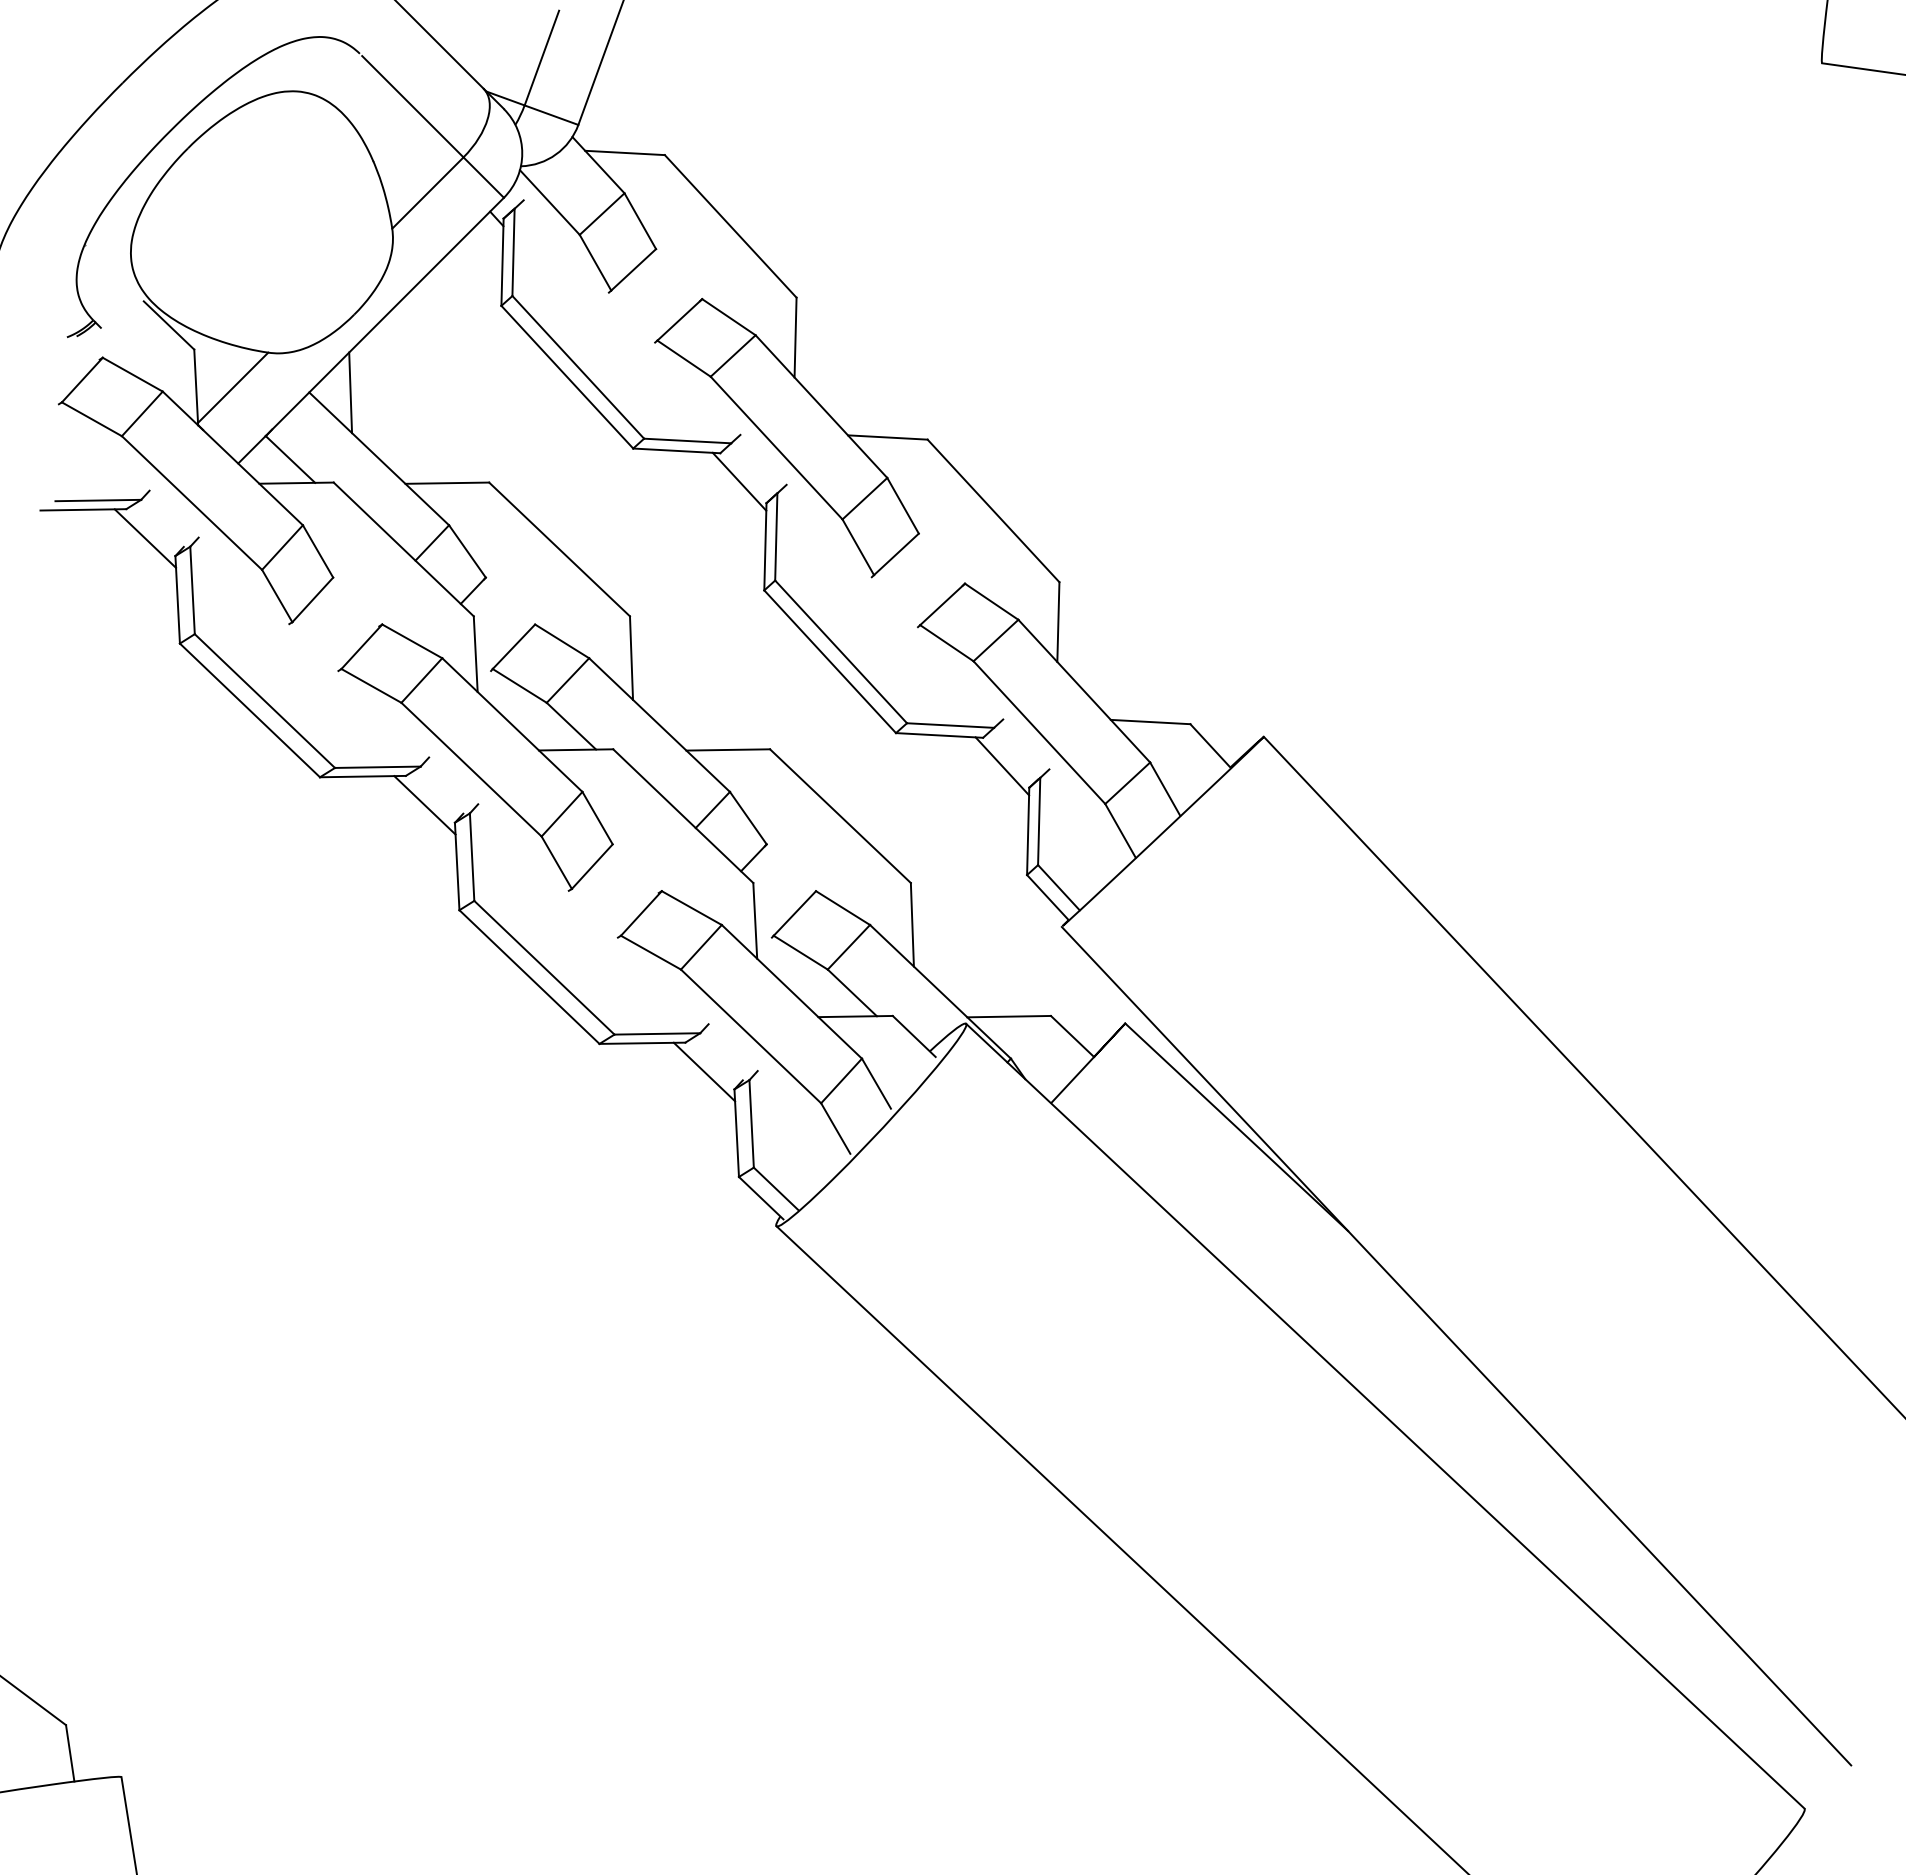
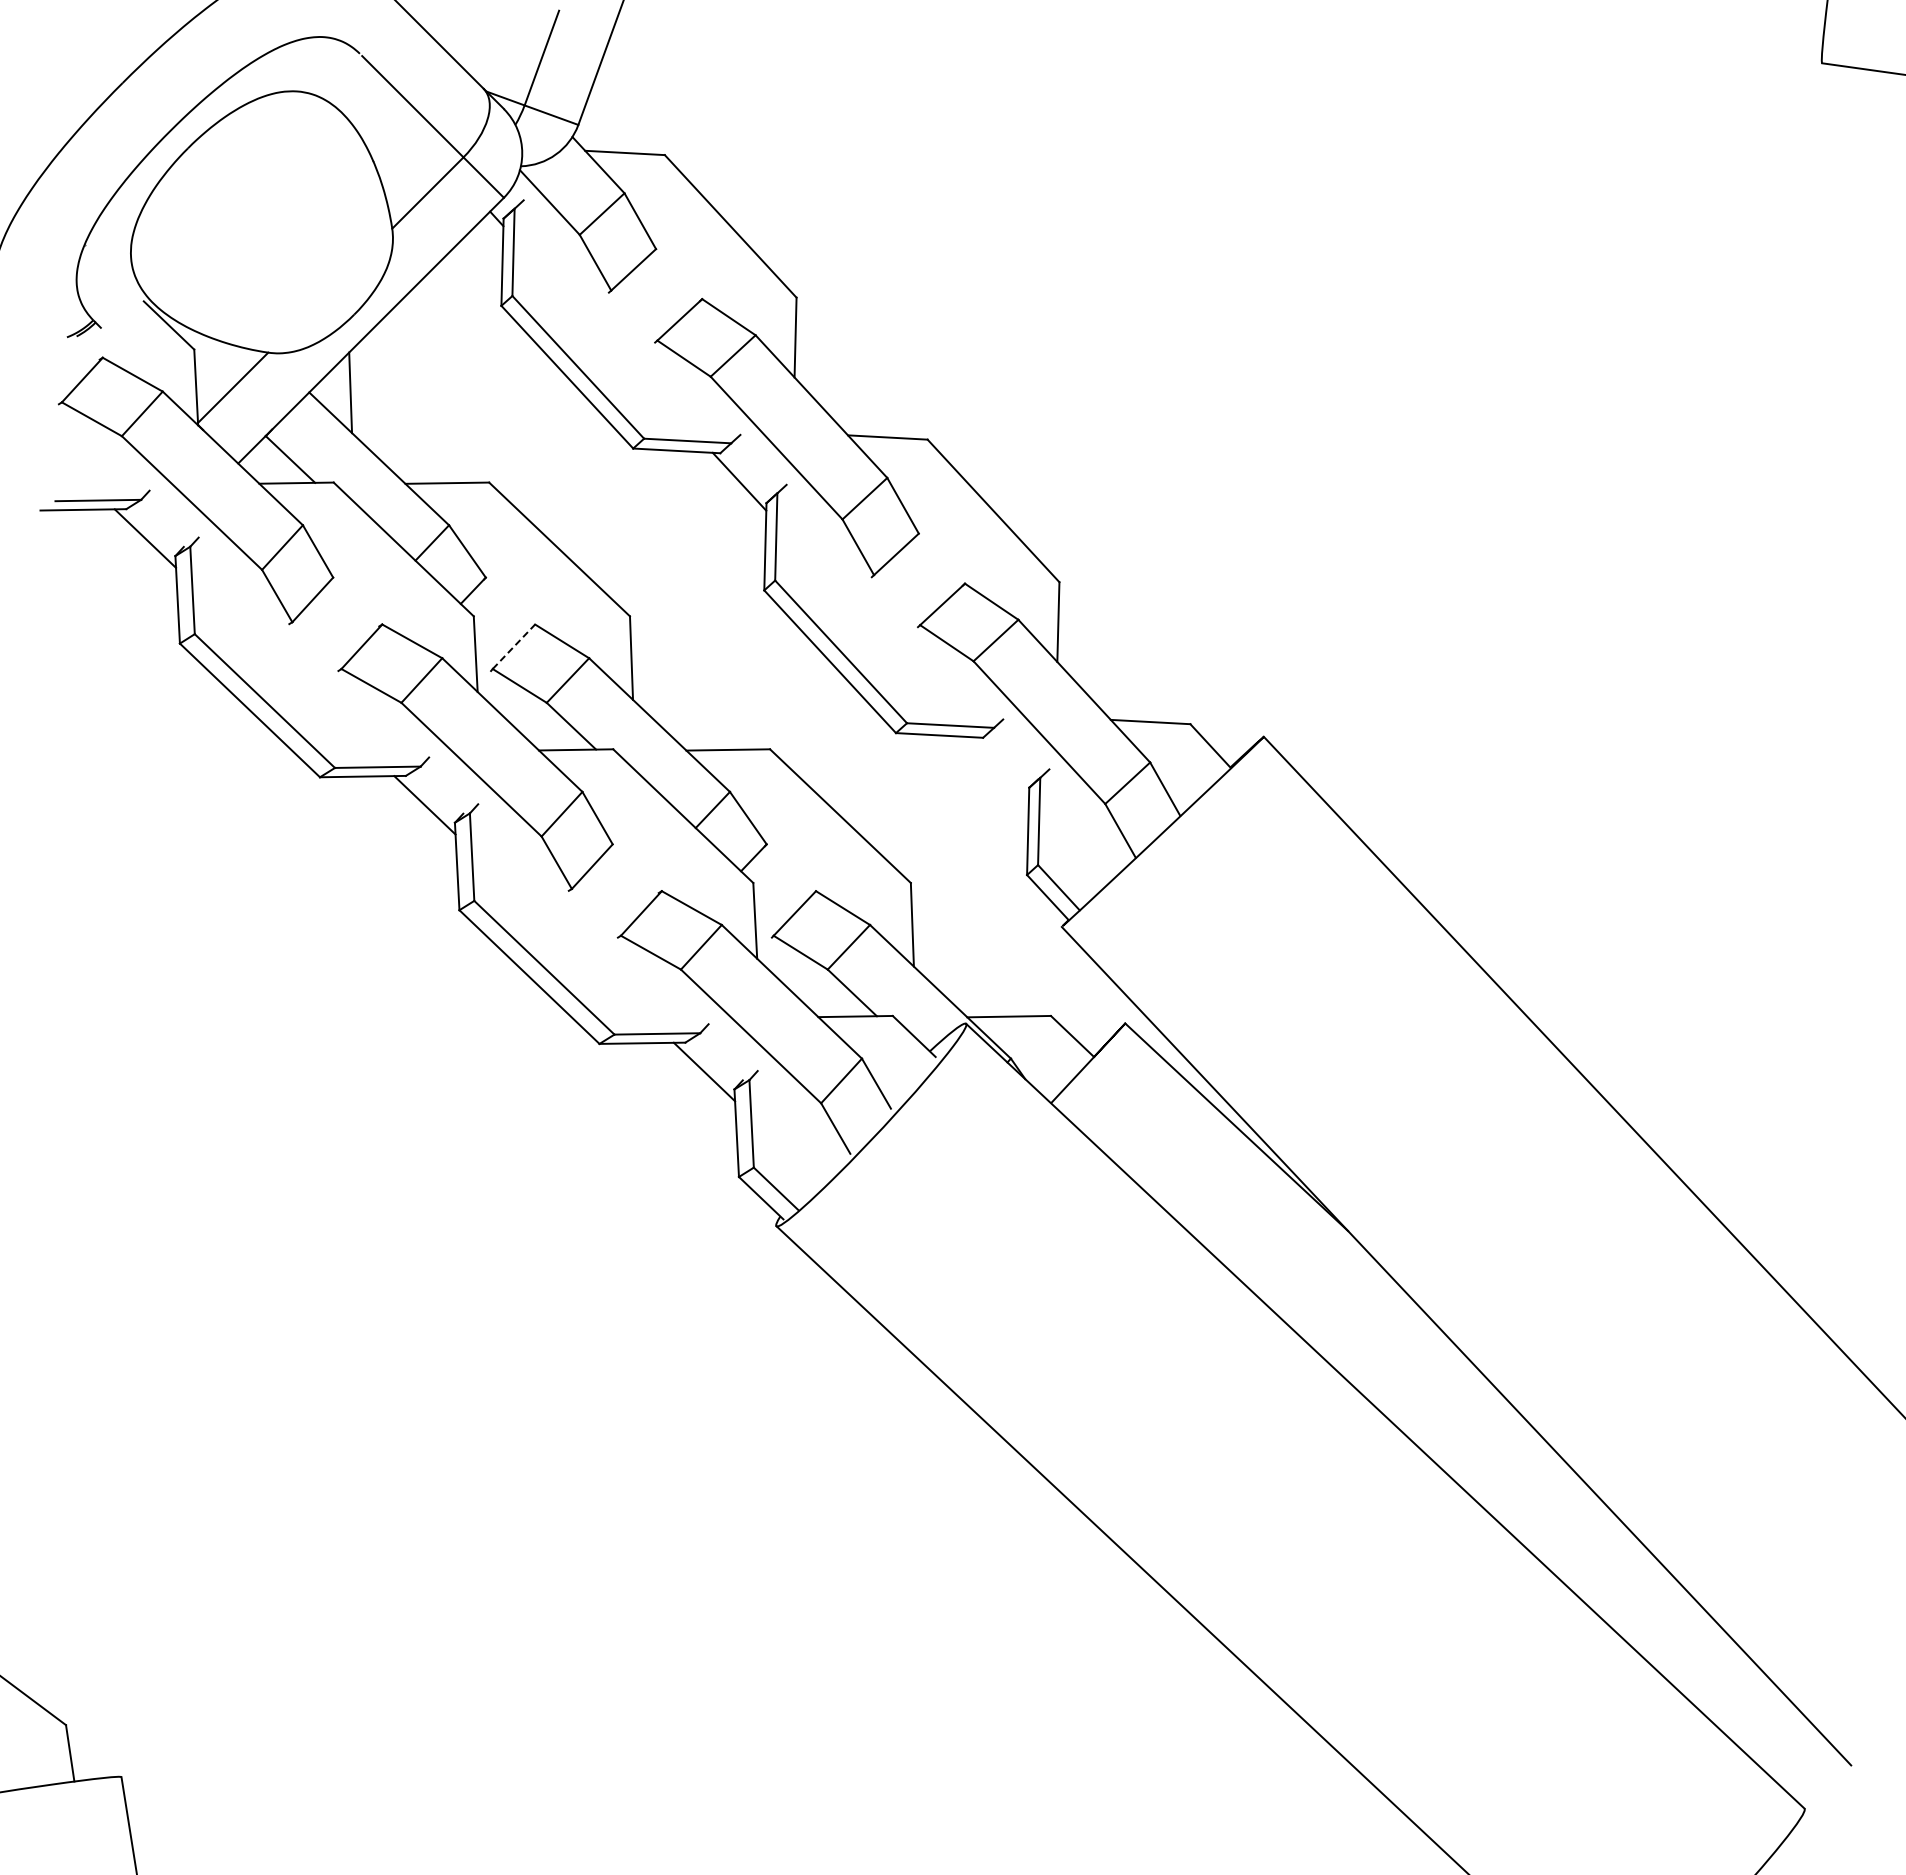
line at (513, 646): solid -> dashed
line at (1002, 766): present -> none
